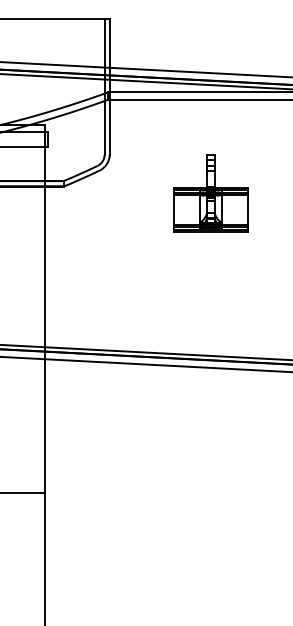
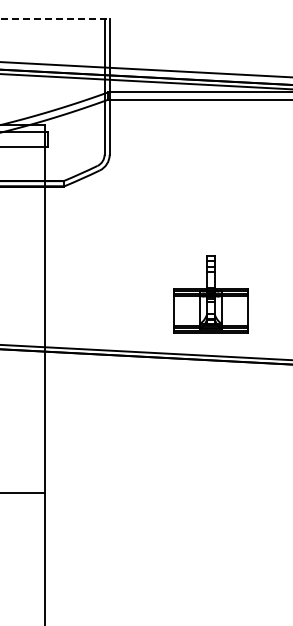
line at (55, 18): solid -> dashed
part at (210, 193) position: (210, 193) -> (210, 294)
line at (145, 364): present -> none
